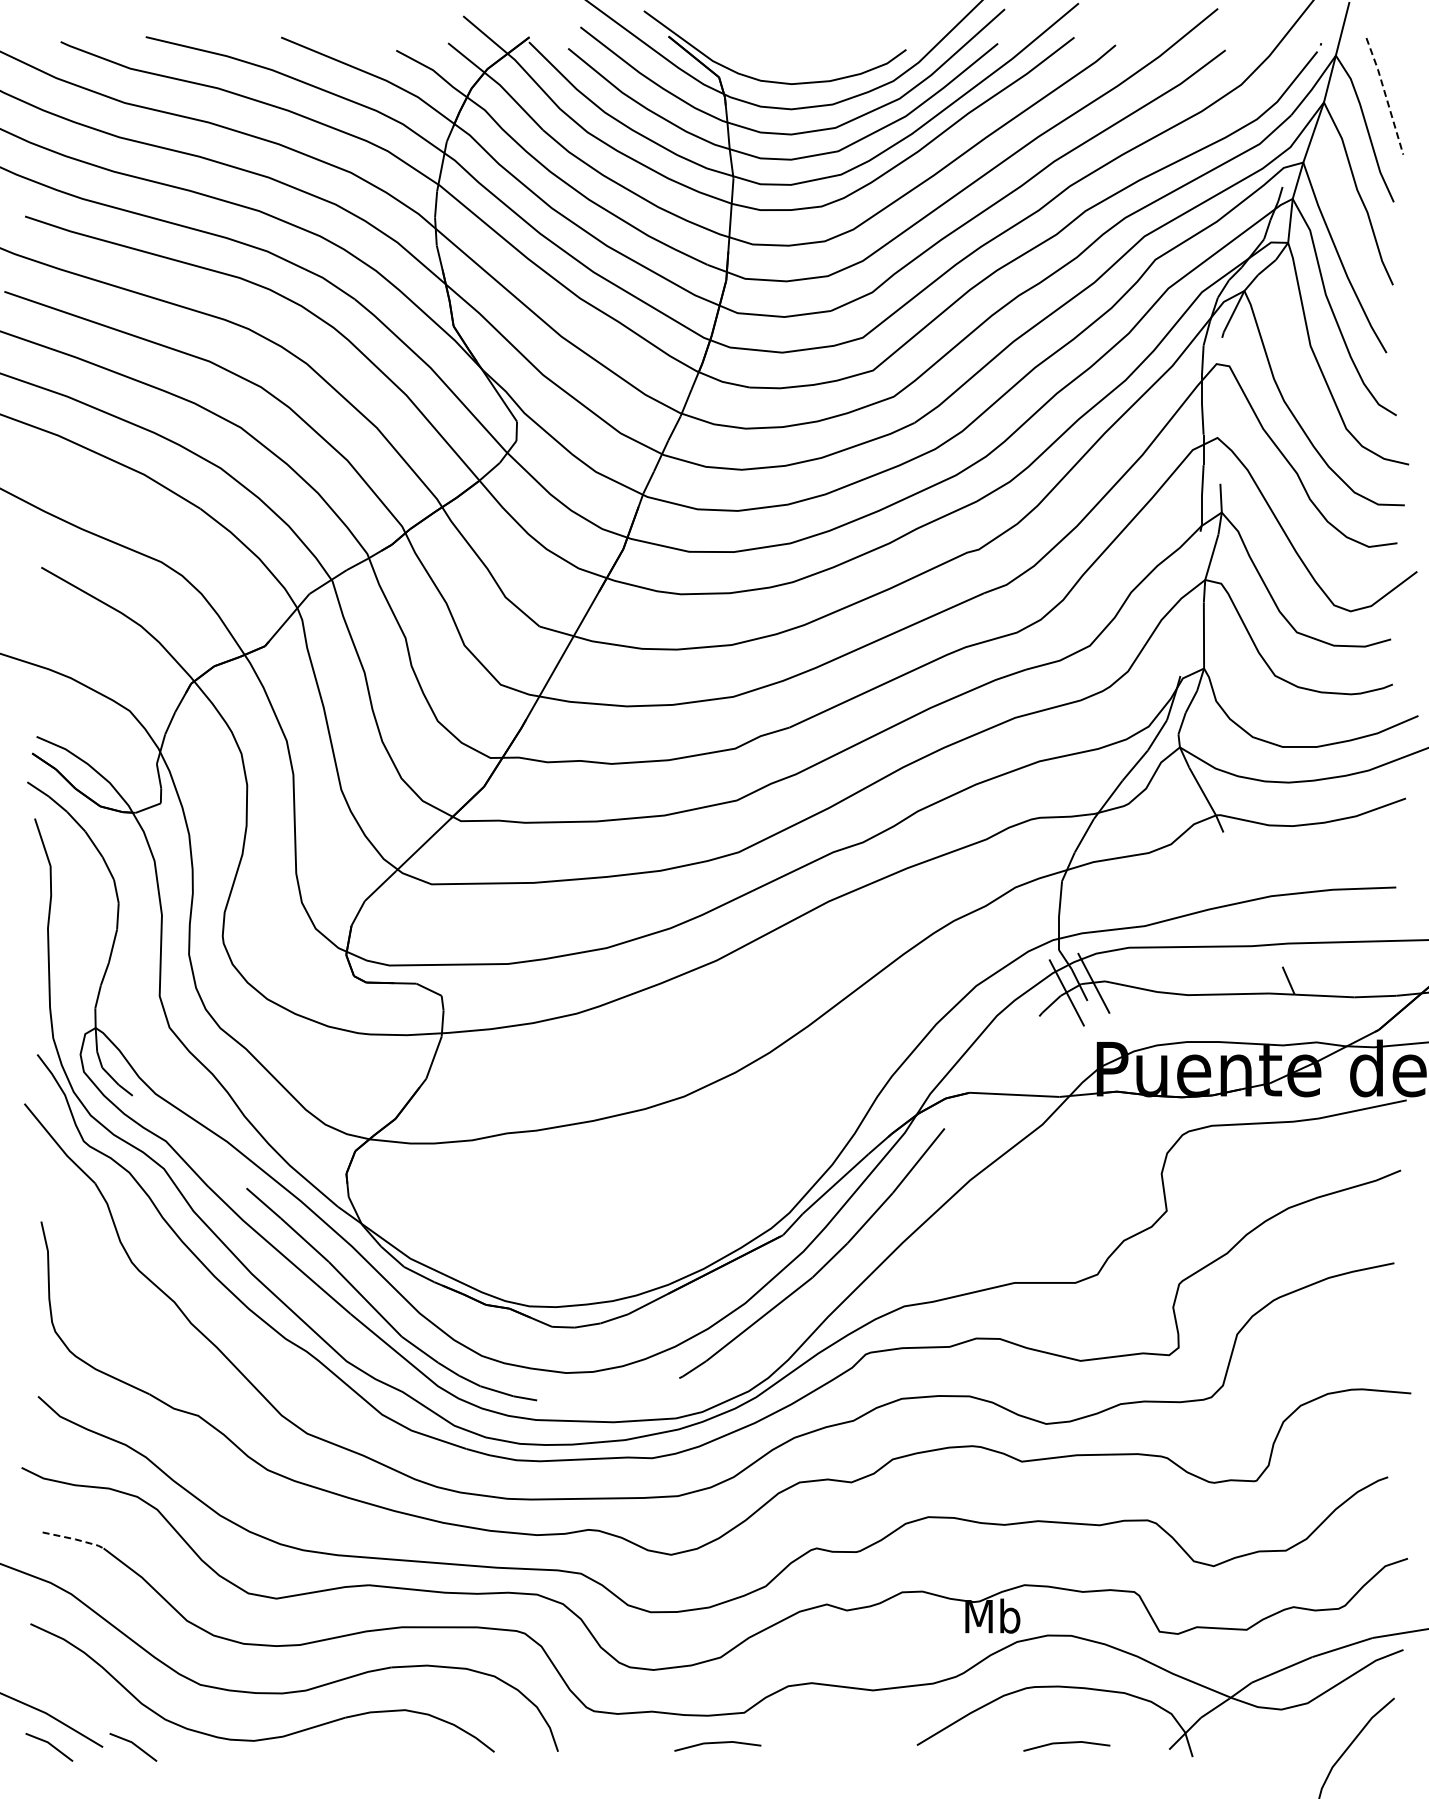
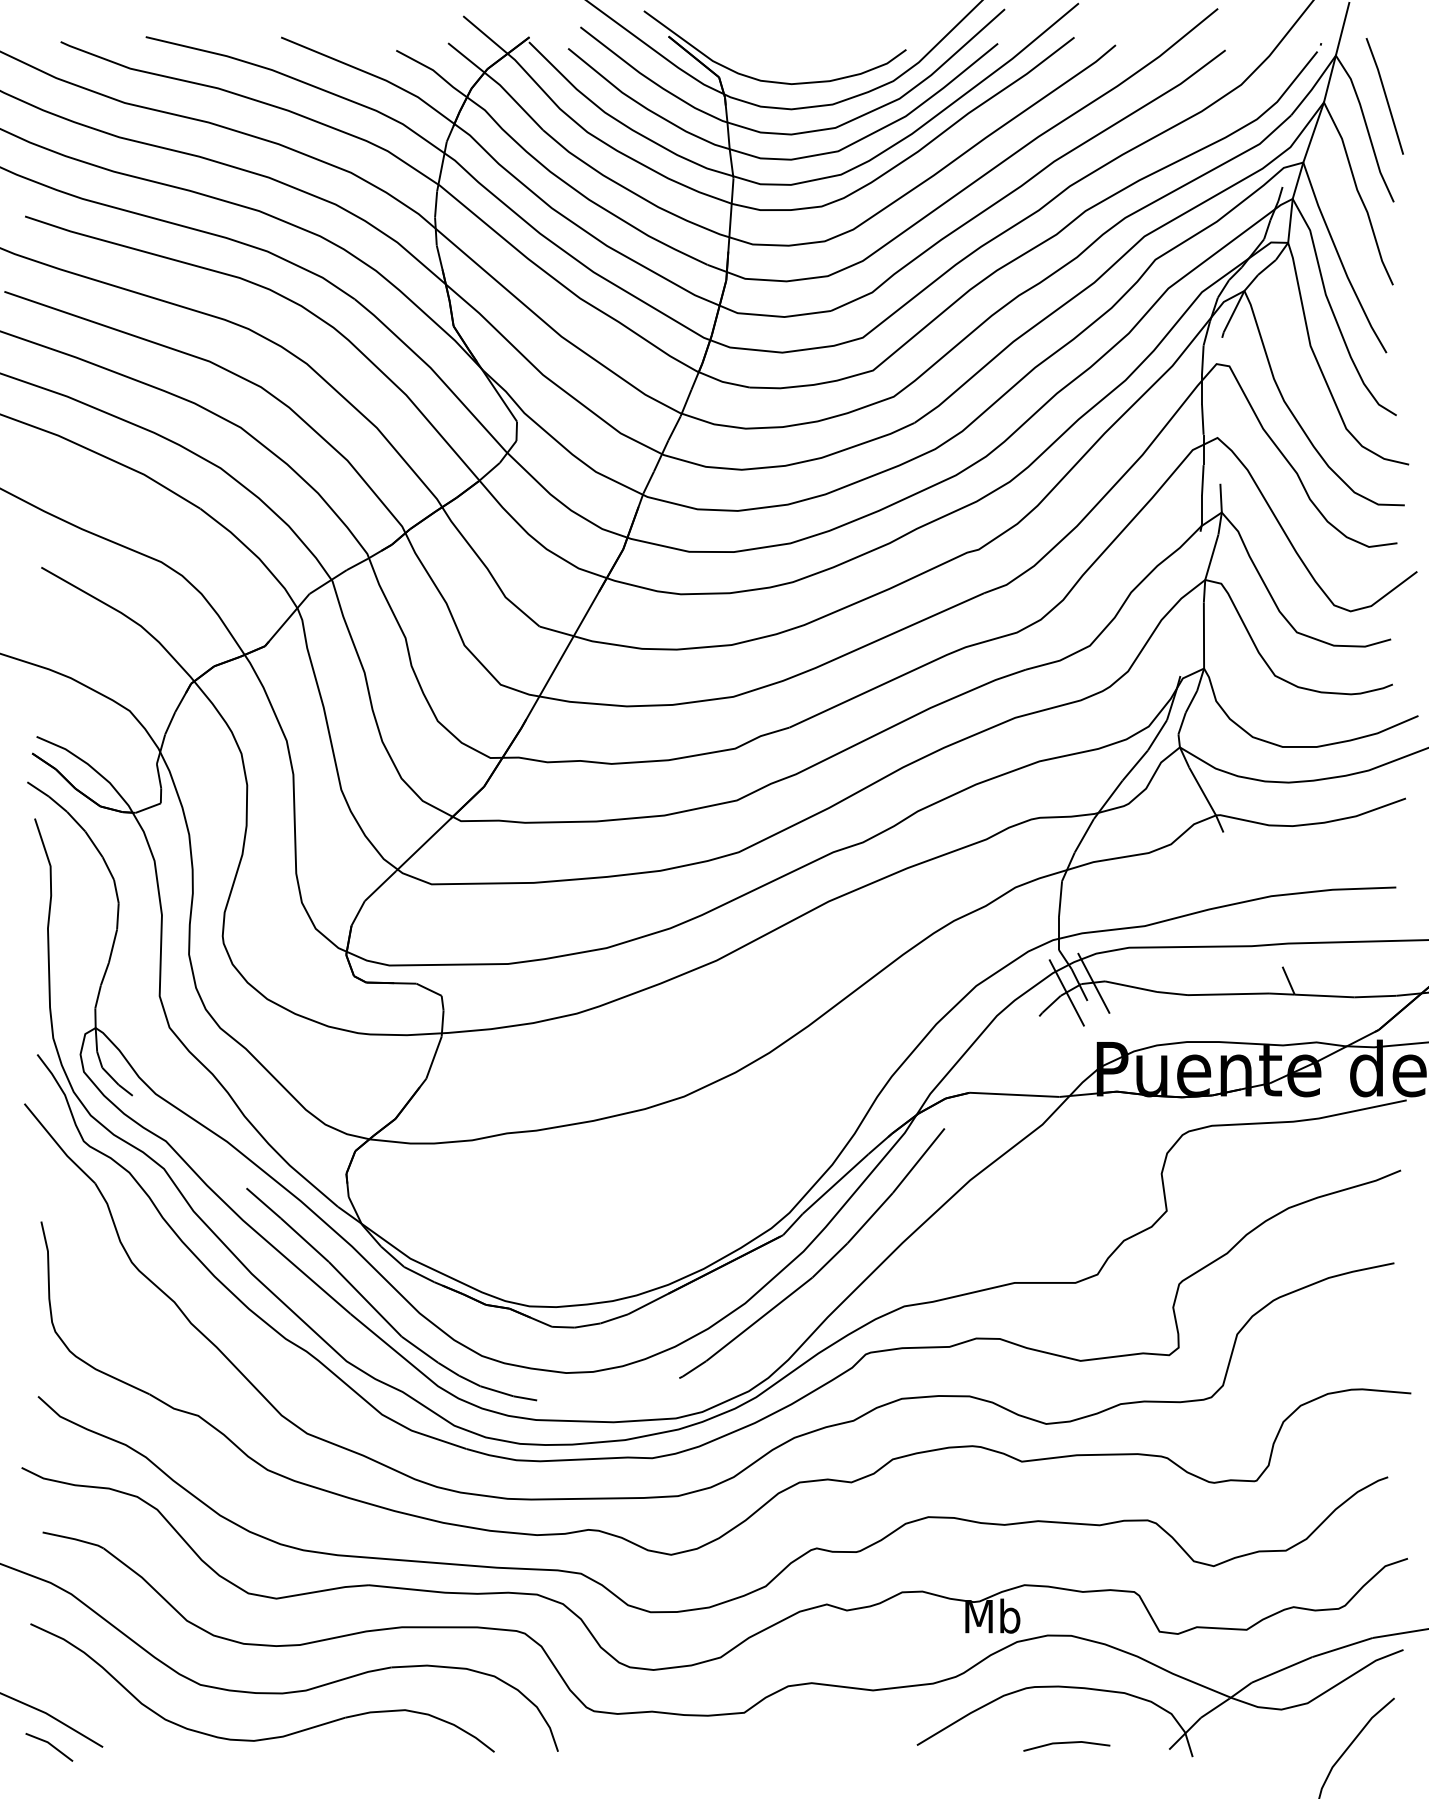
line at (1385, 95): dashed -> solid
line at (75, 1539): dashed -> solid
line at (717, 1743): present -> none
line at (134, 1745): present -> none
